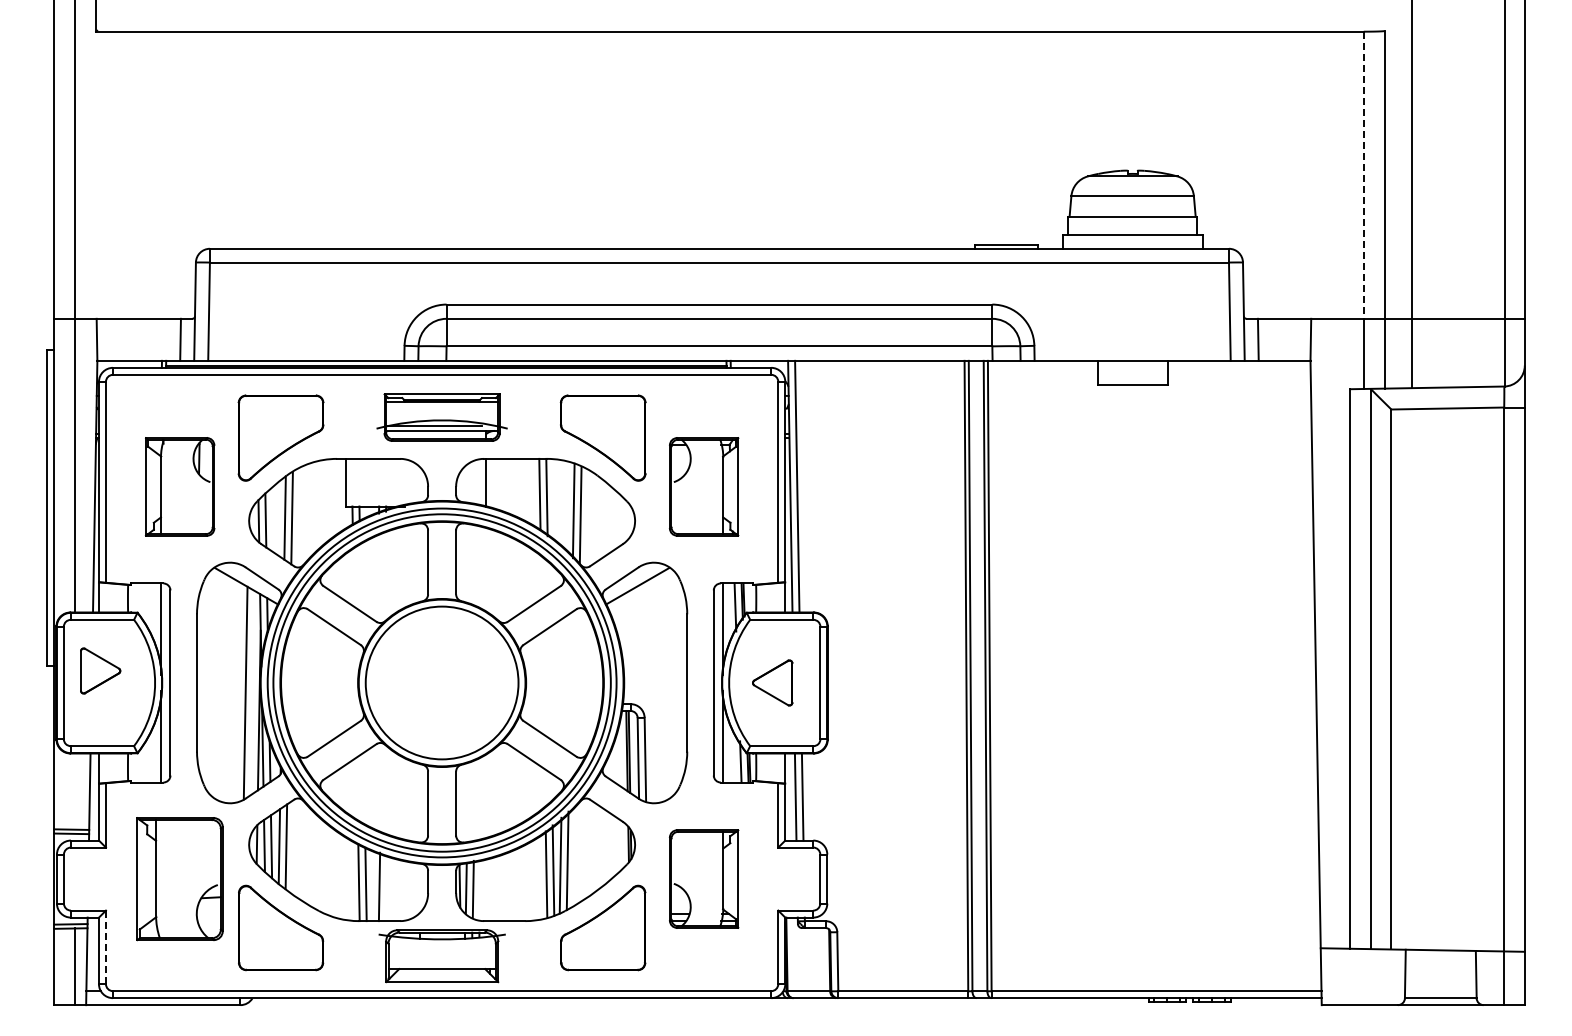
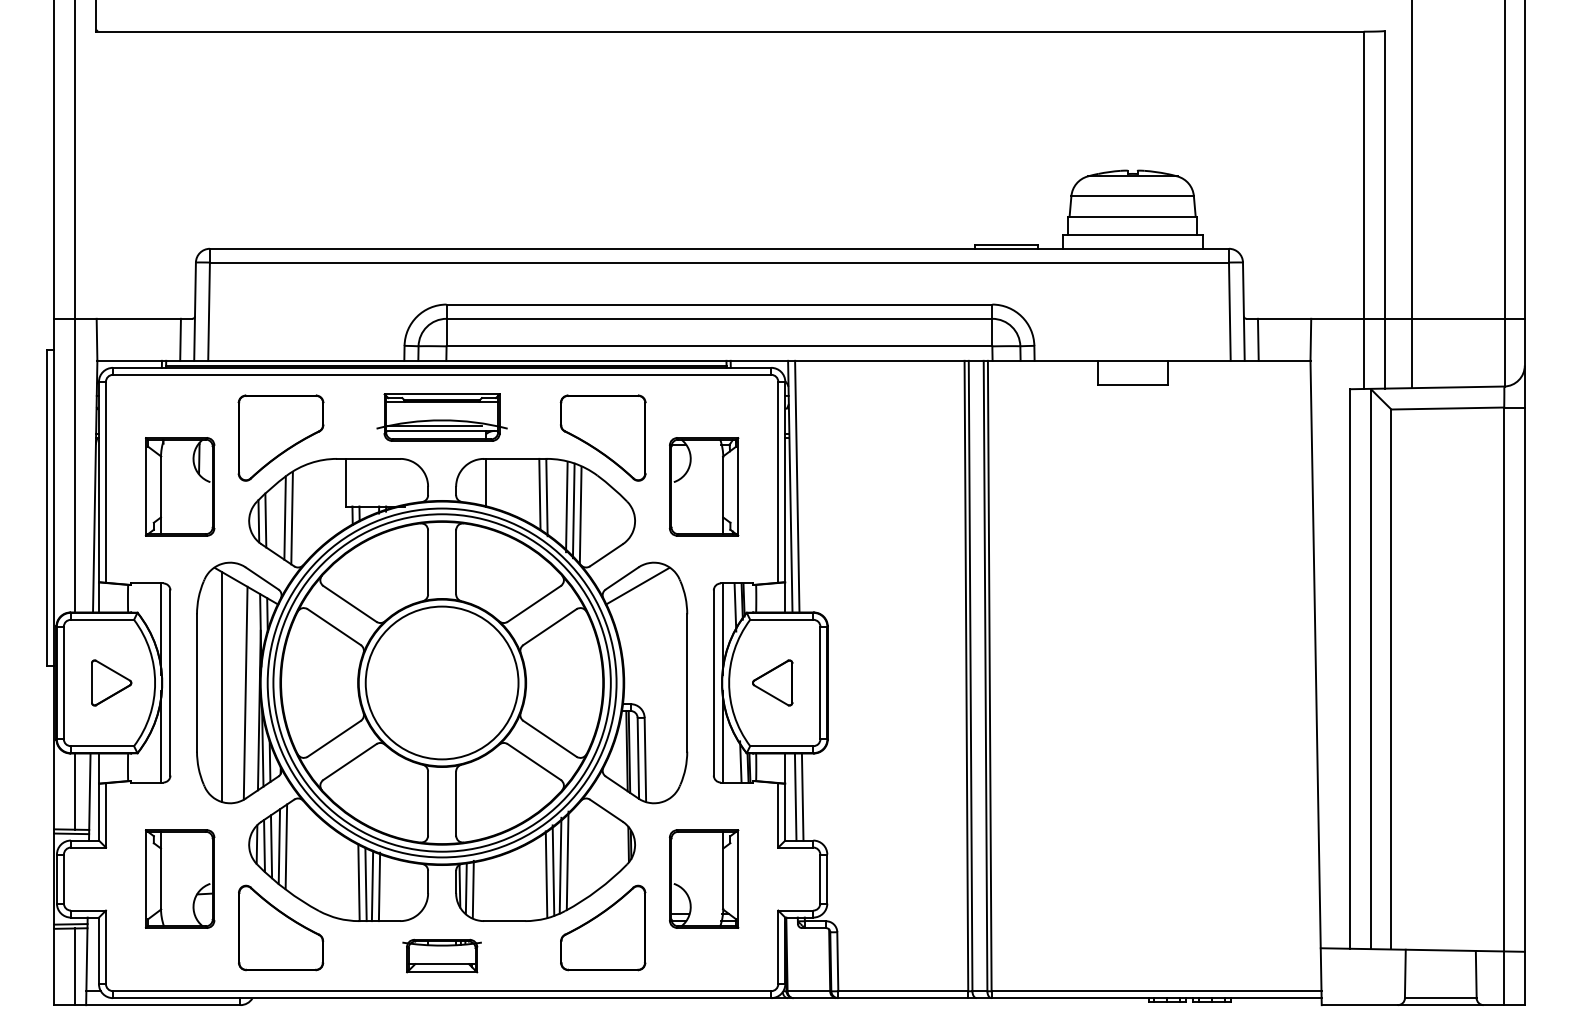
line at (1363, 175): dashed -> solid
line at (566, 507): none -> present
part at (100, 670) position: (100, 670) -> (111, 682)
line at (222, 686): none -> present
line at (74, 791): none -> present
part at (179, 879) size: 88x125 px -> 71x100 px
line at (372, 885): none -> present
line at (105, 947): dashed -> solid
part at (441, 956) size: 128x55 px -> 80x36 px
